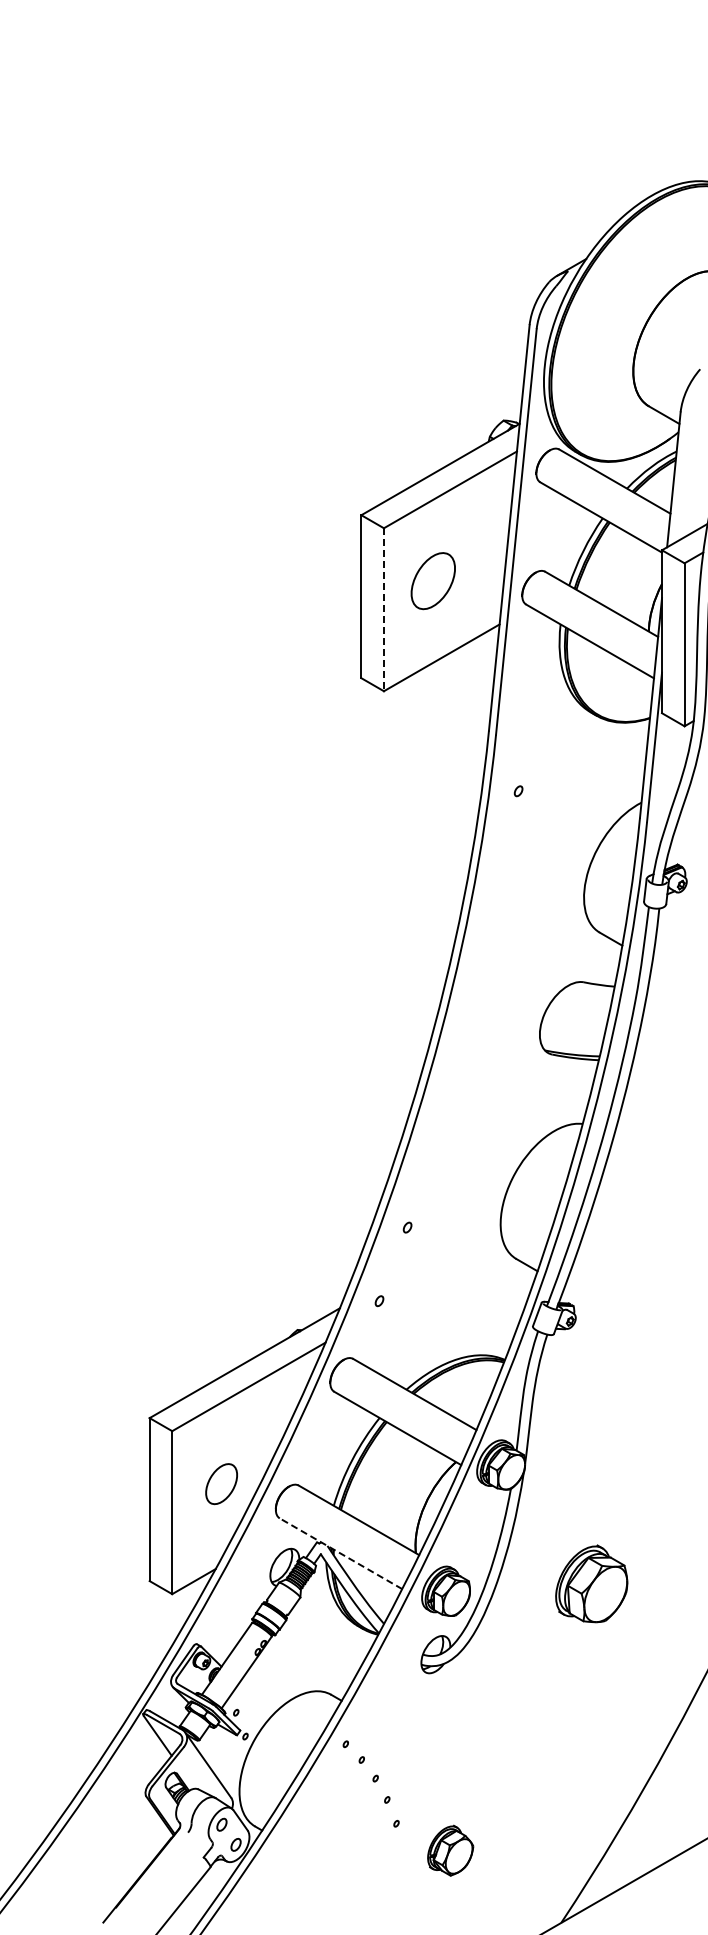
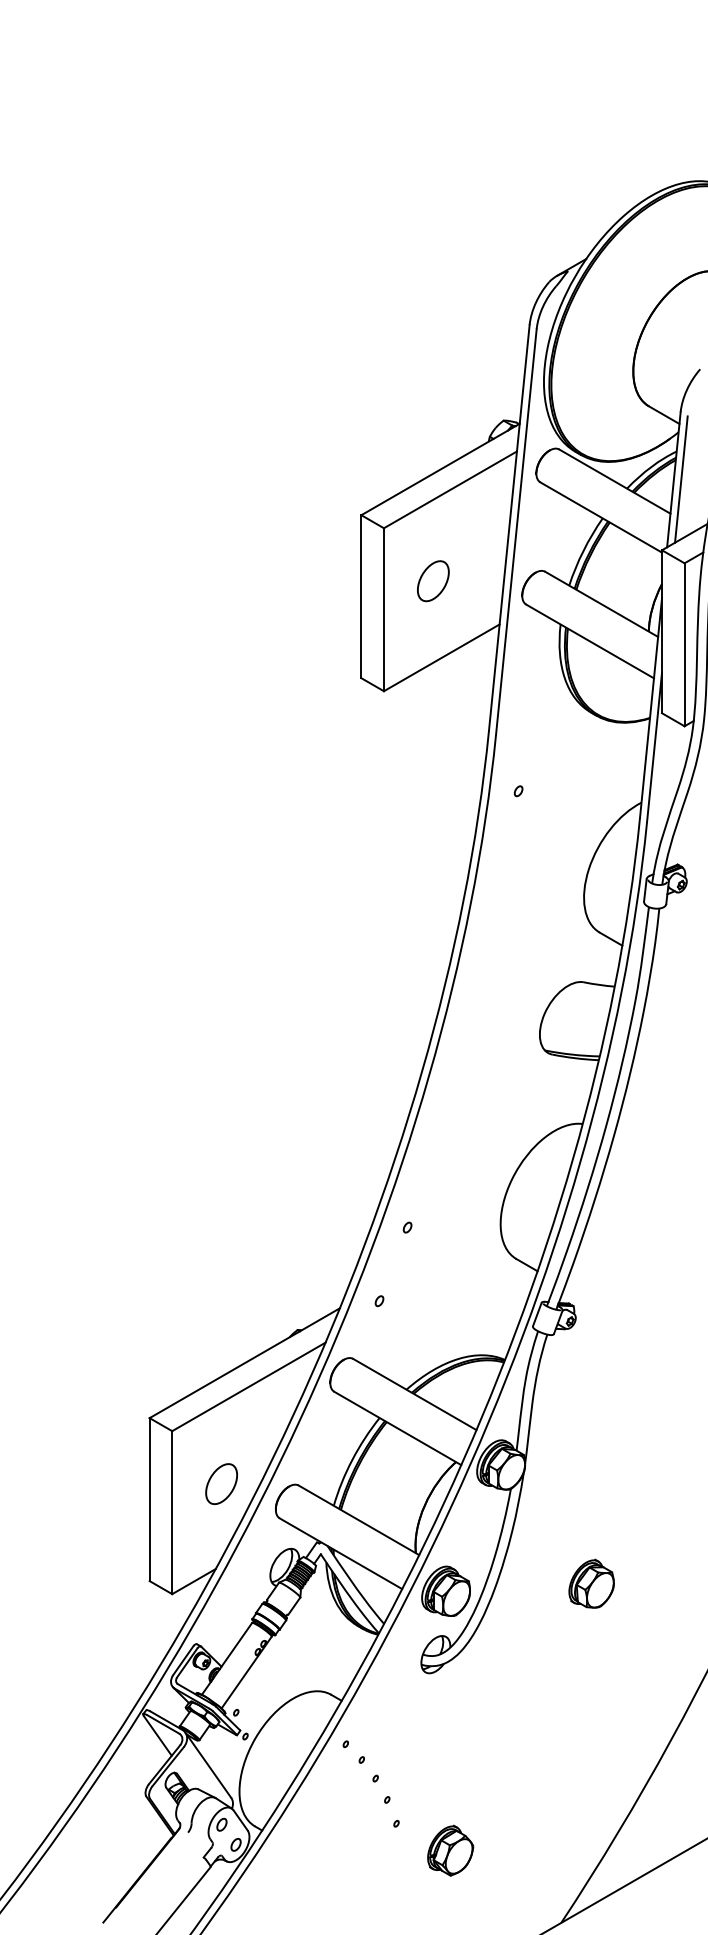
line at (681, 479): none -> present
part at (432, 581) size: 46x59 px -> 33x43 px
line at (383, 610): dashed -> solid
line at (341, 1553): dashed -> solid
part at (591, 1583) size: 74x80 px -> 47x51 px
